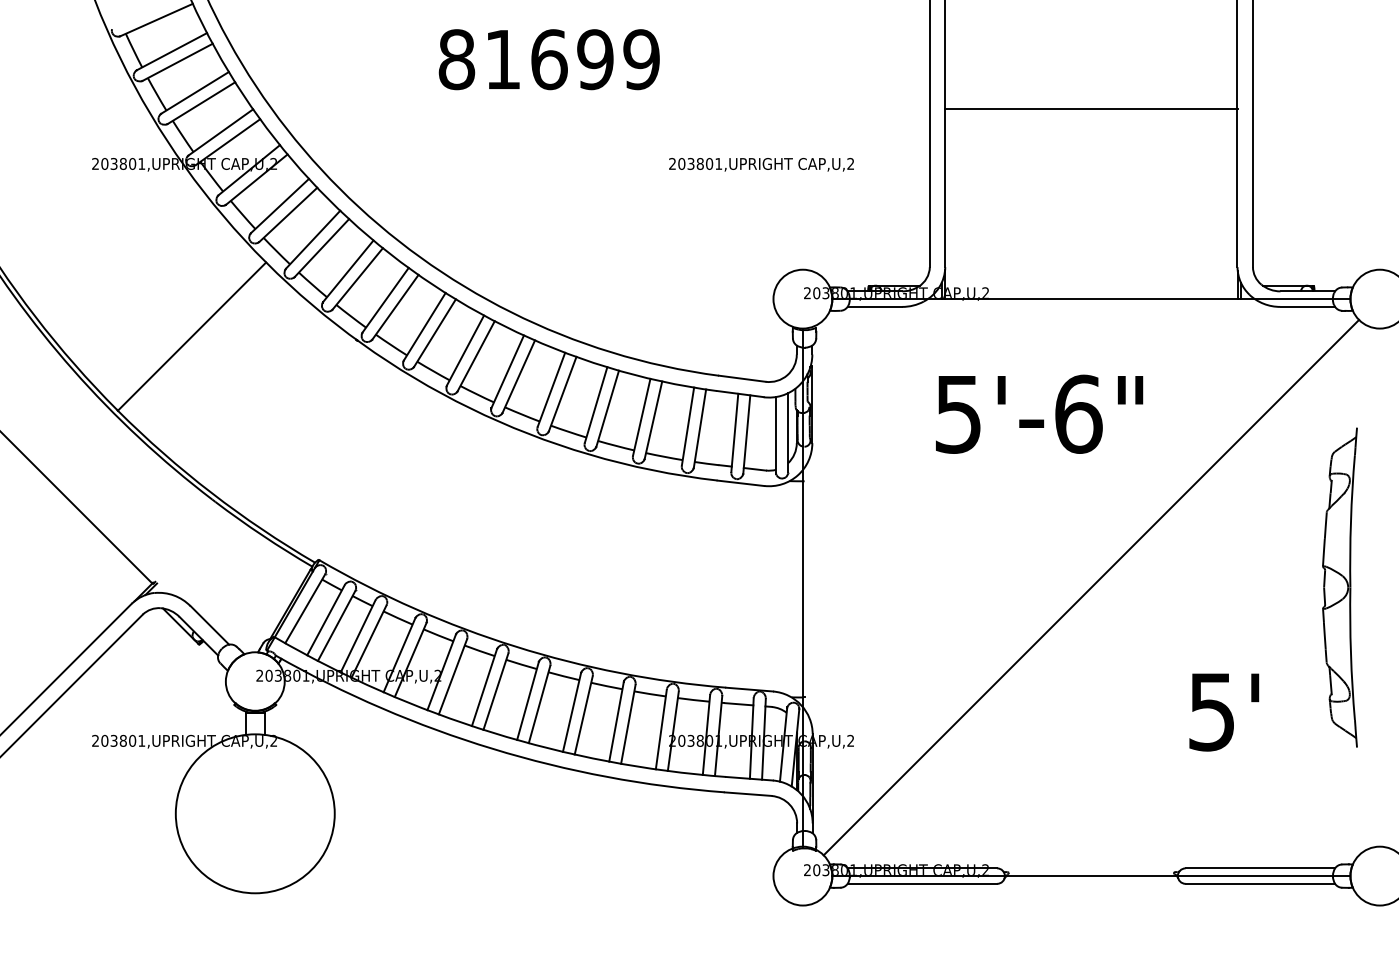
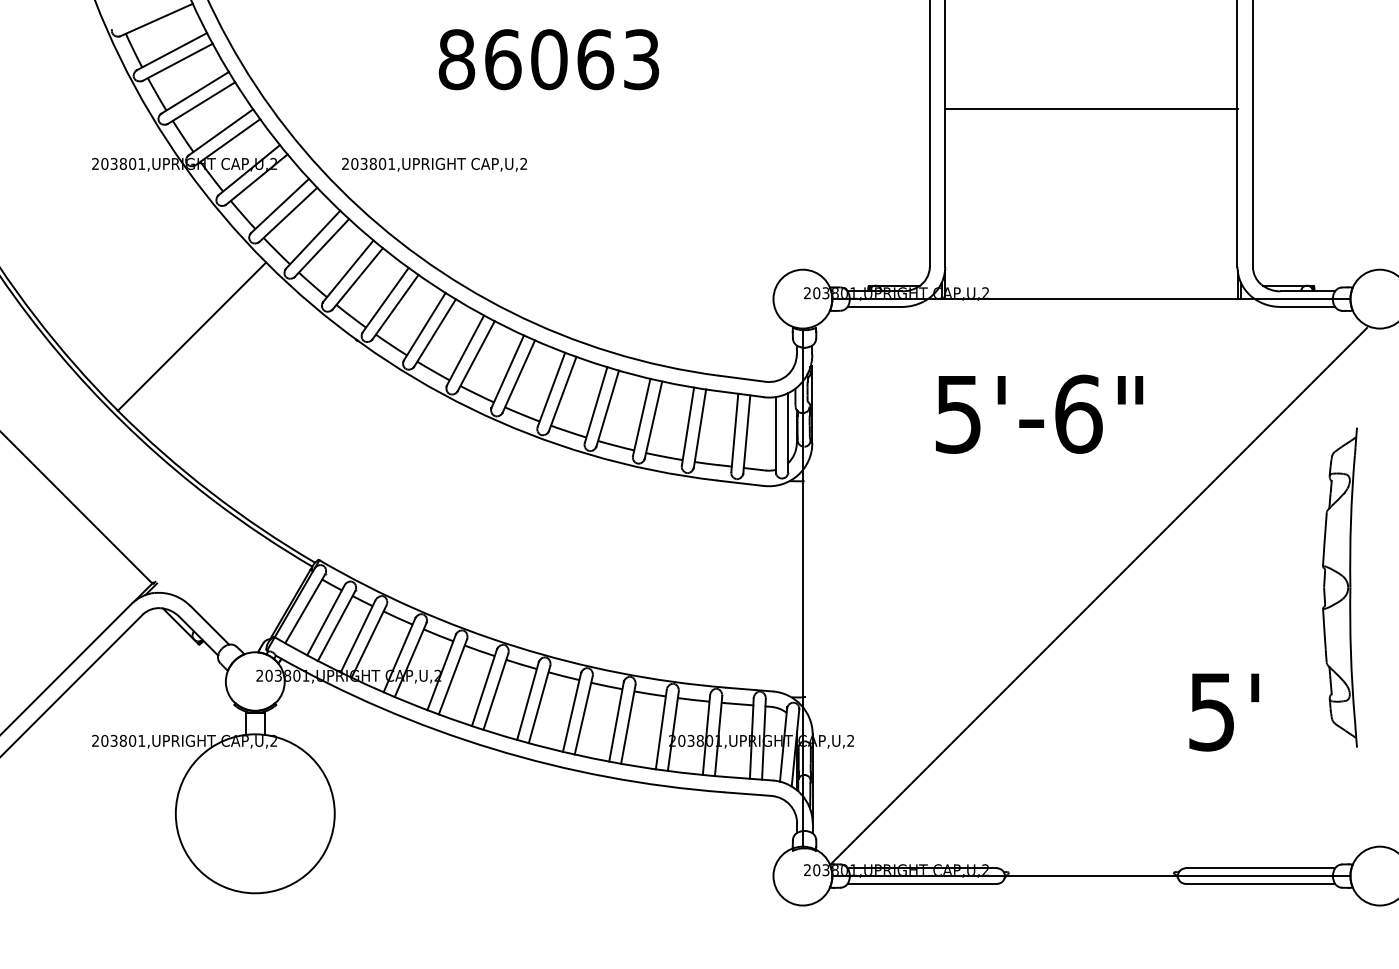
text at (572, 59): 81699 -> 86063
text at (761, 164) position: (761, 164) -> (434, 164)
line at (1091, 587) position: (1091, 587) -> (1099, 595)
